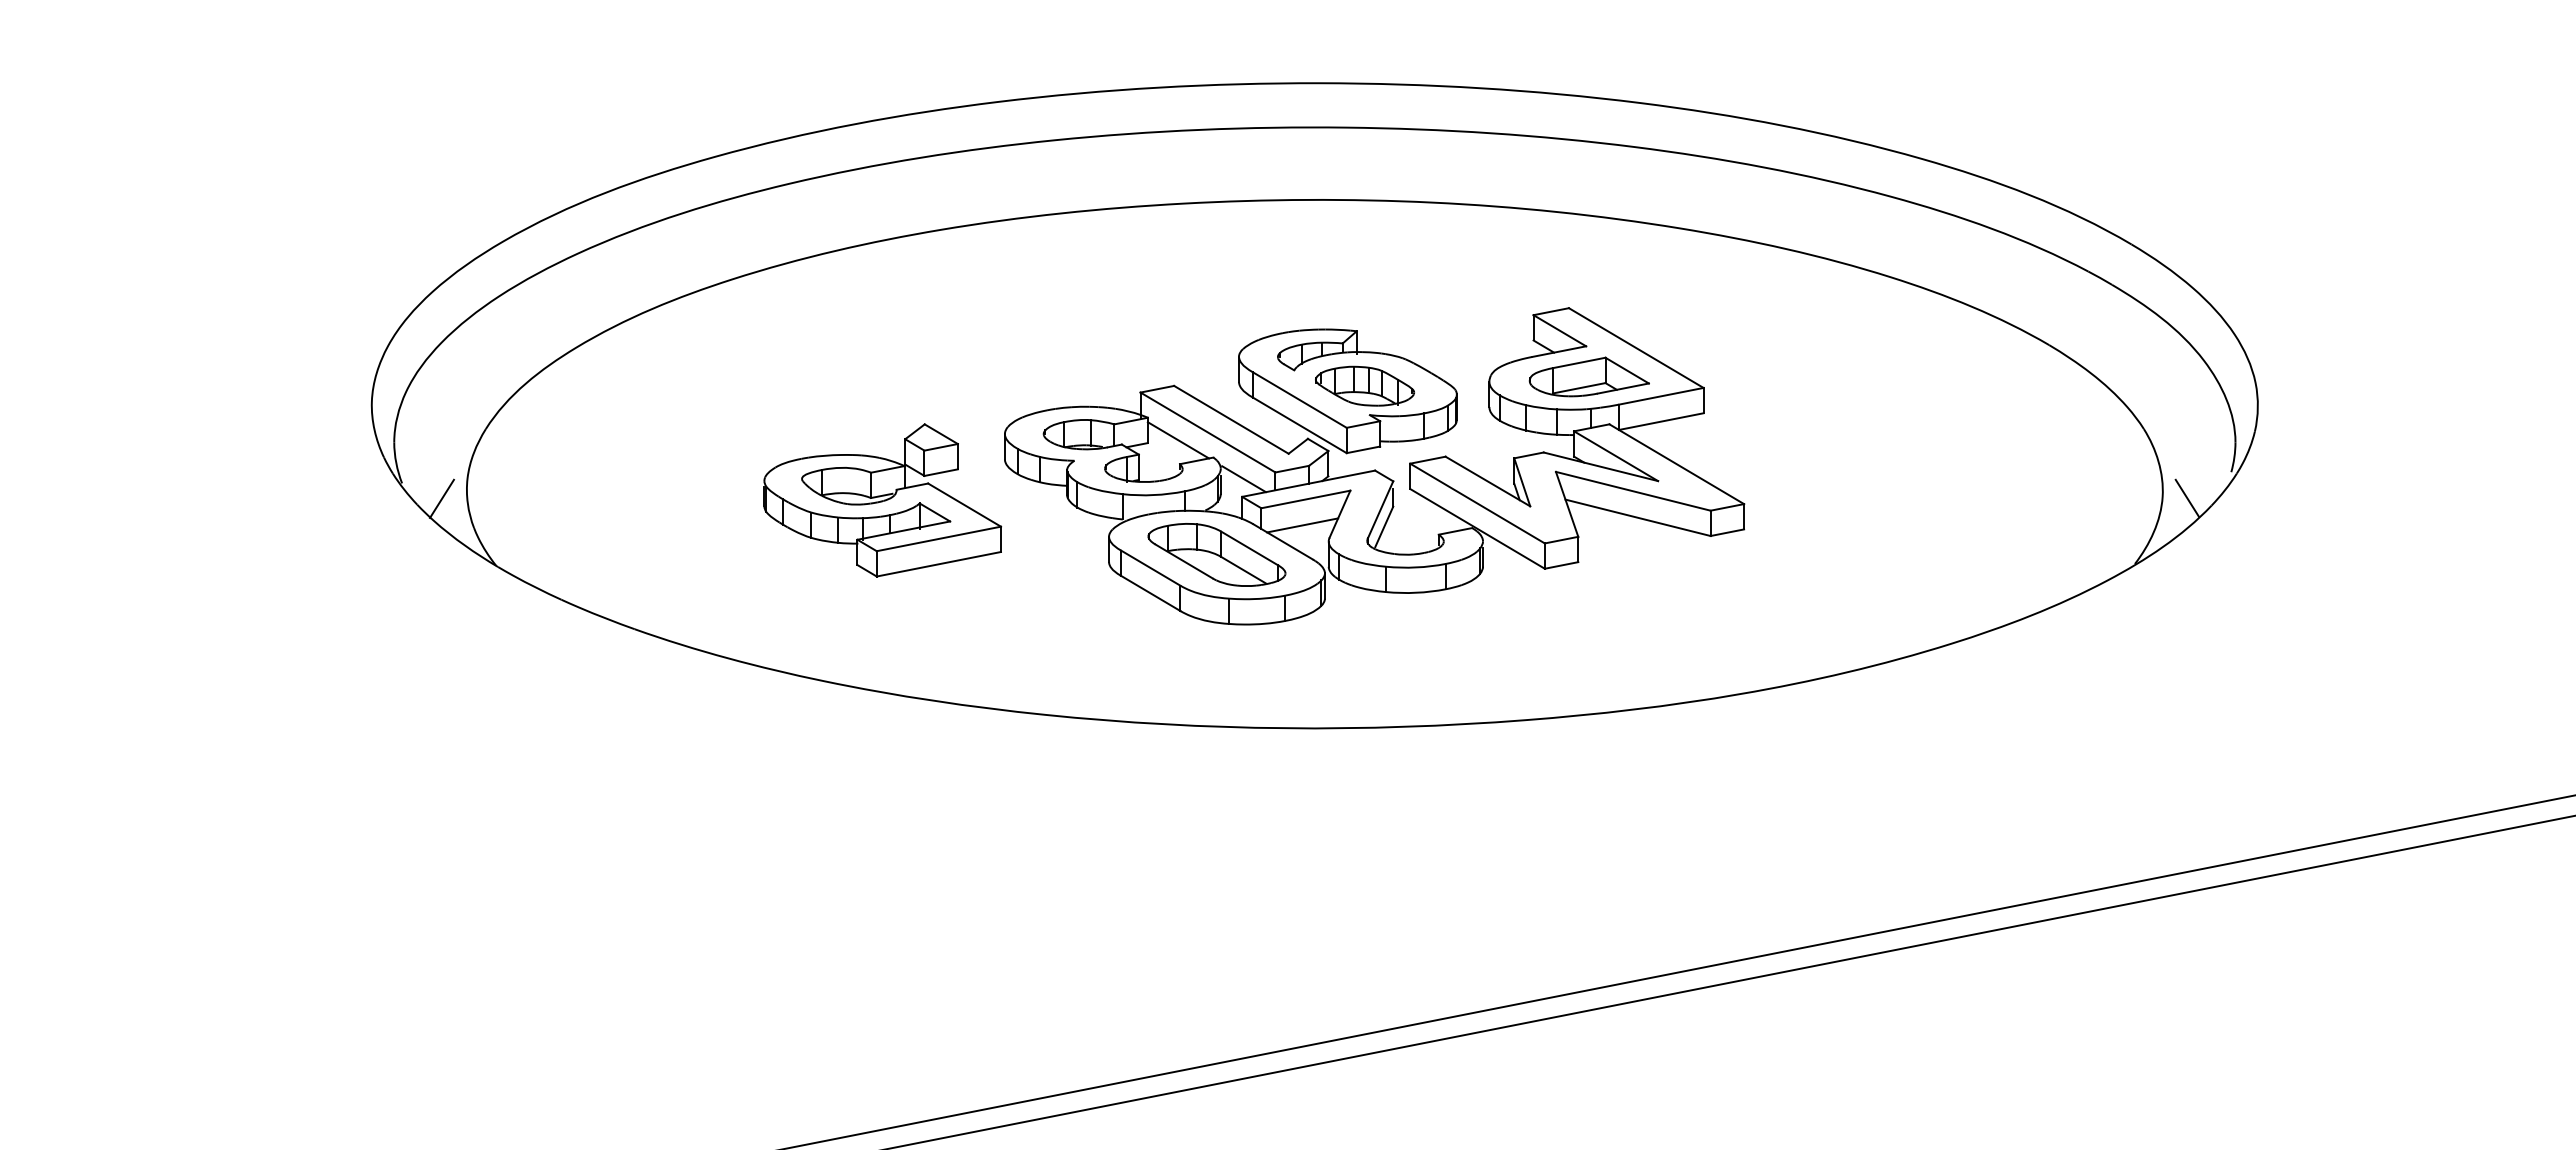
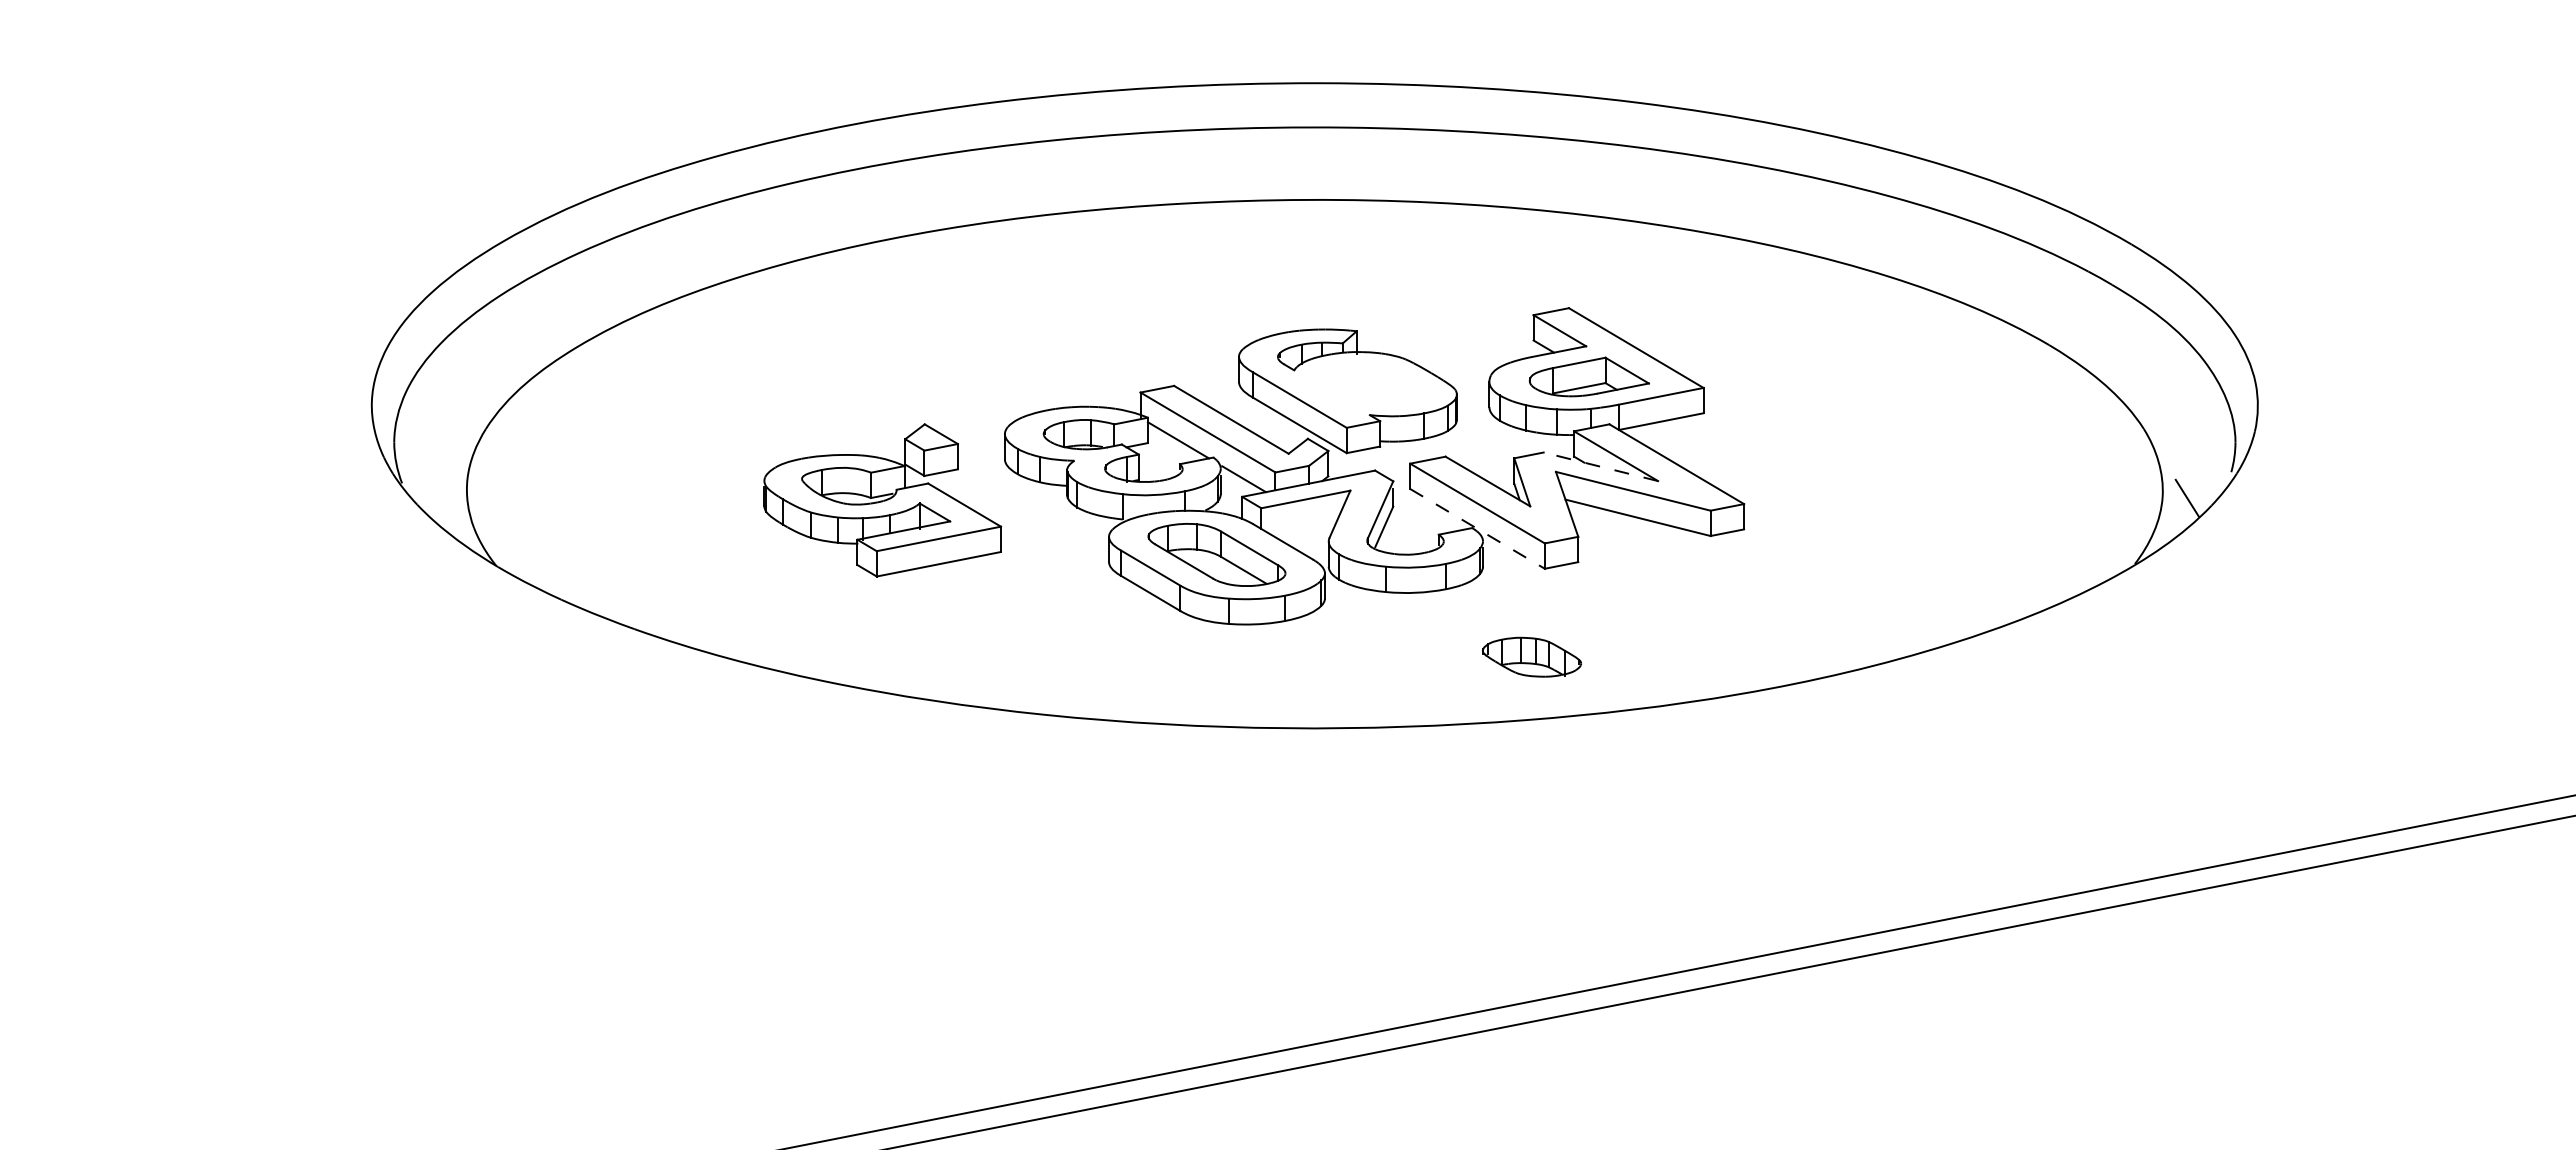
part at (1364, 385) position: (1364, 385) -> (1531, 656)
line at (1600, 466): solid -> dashed
line at (441, 498): present -> none
line at (1302, 525): present -> none
line at (1477, 529): solid -> dashed
